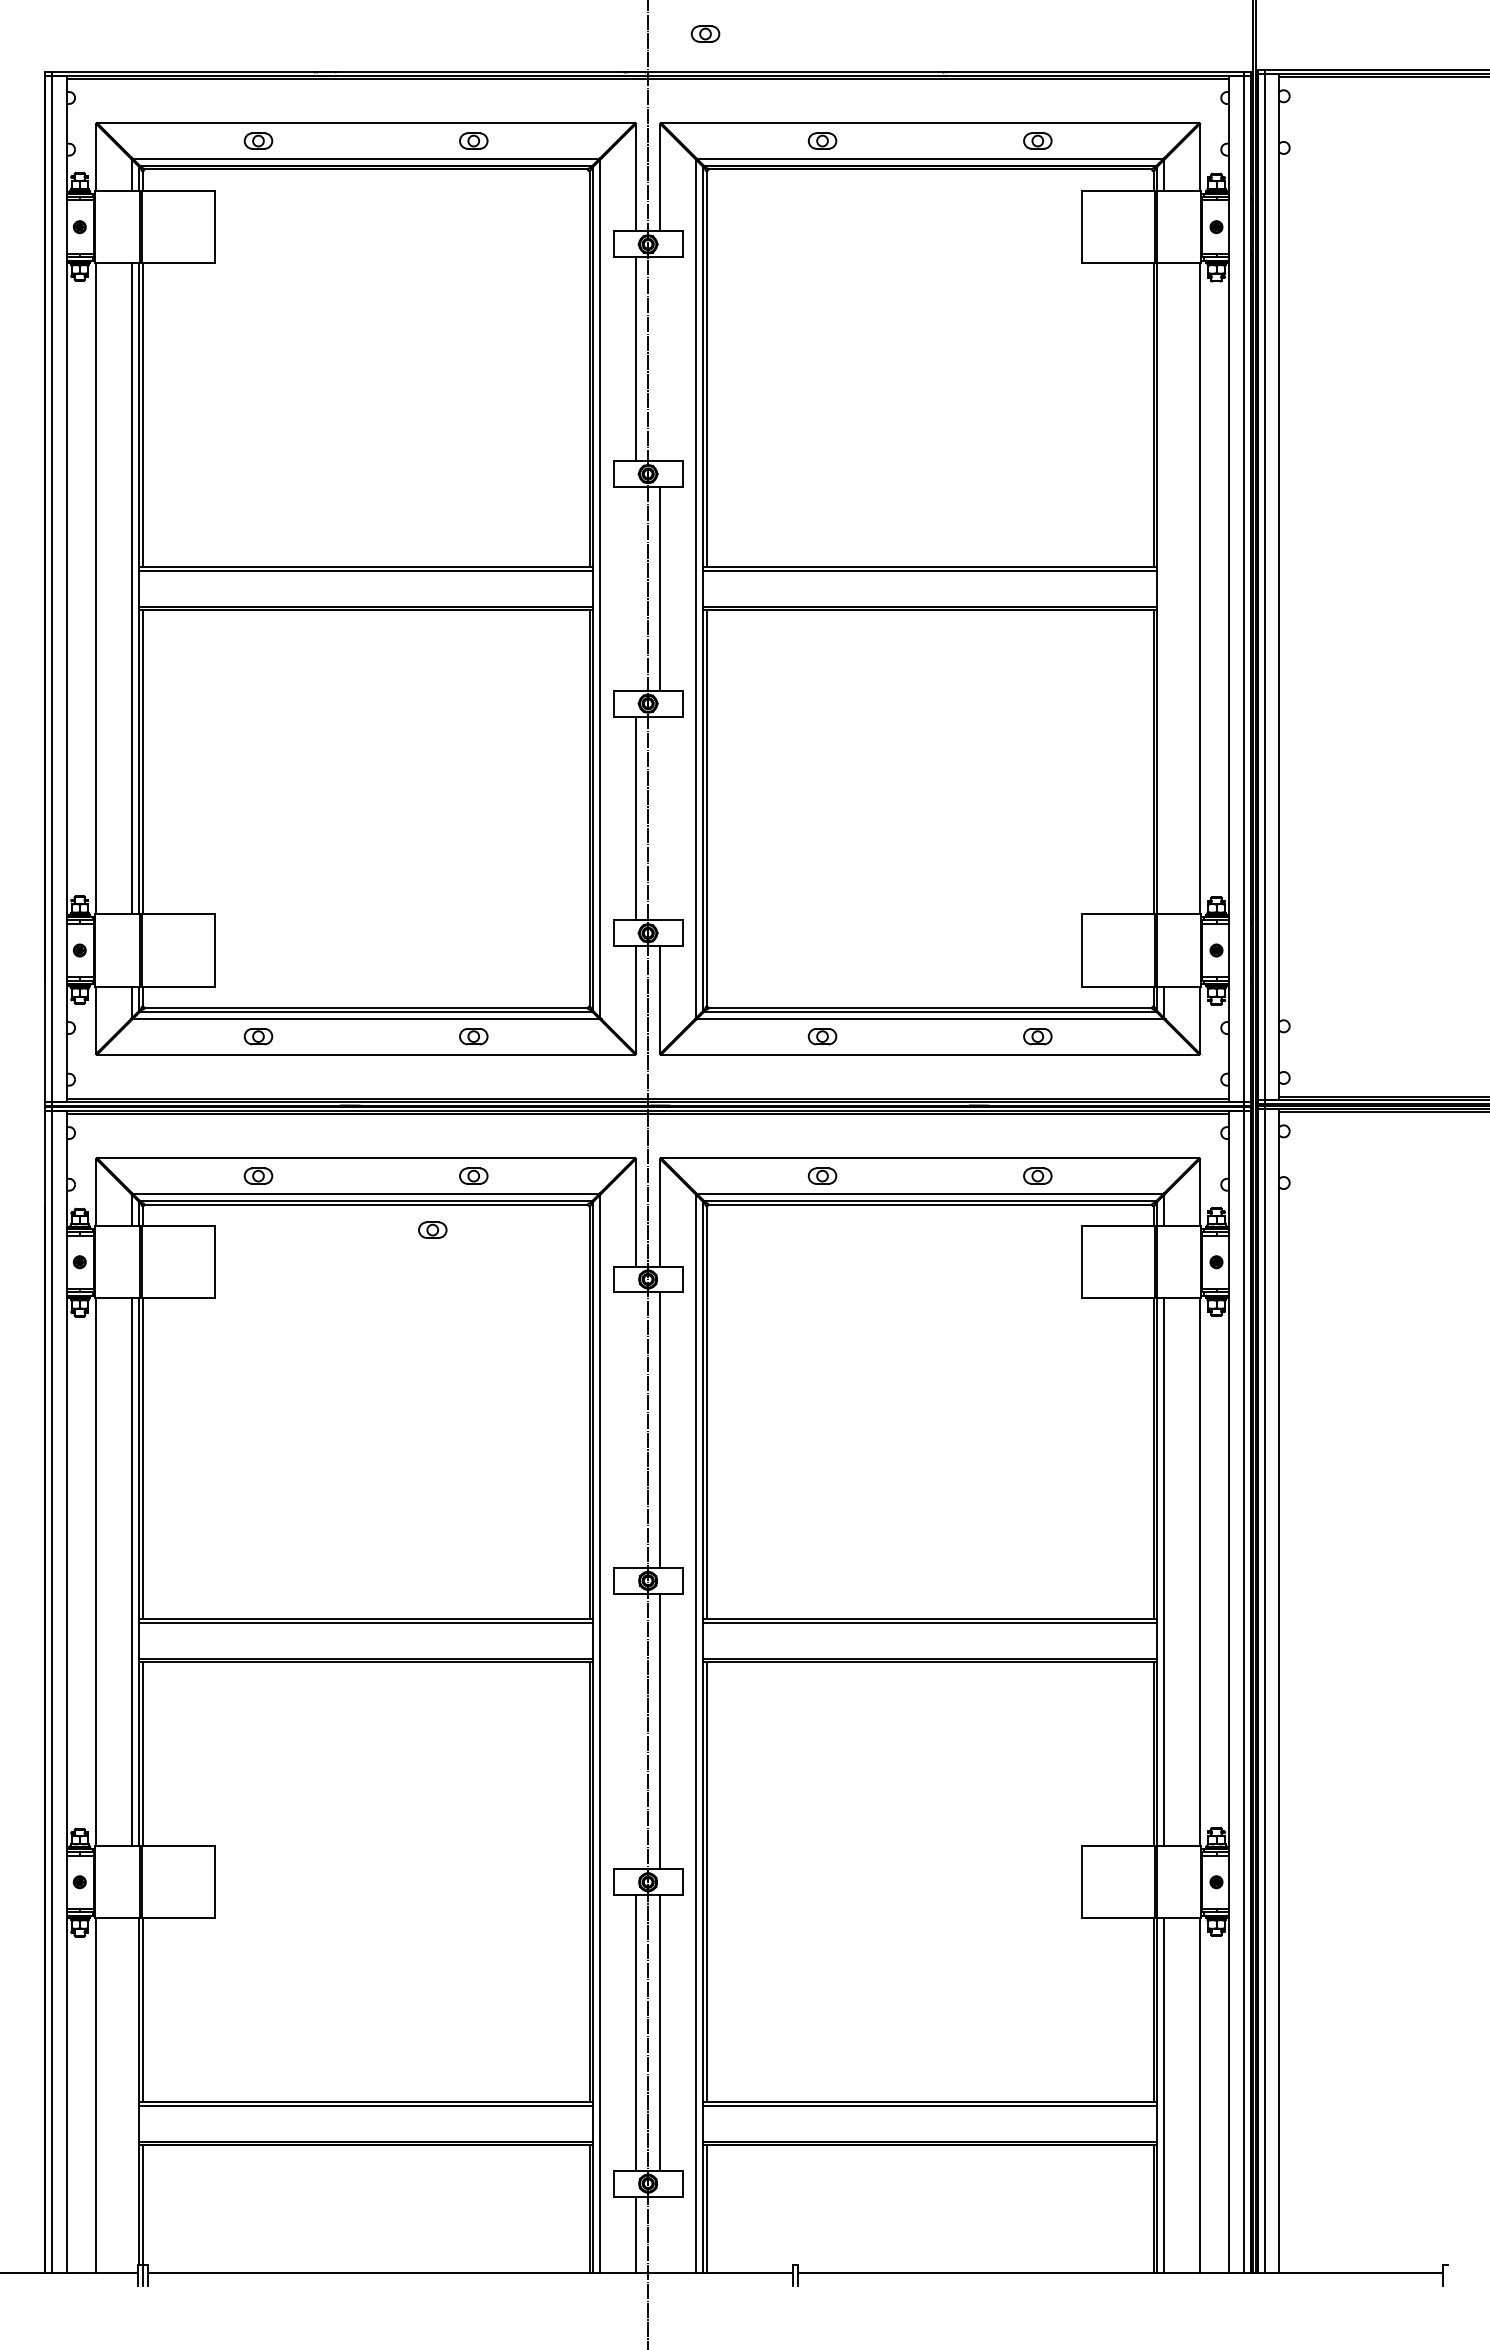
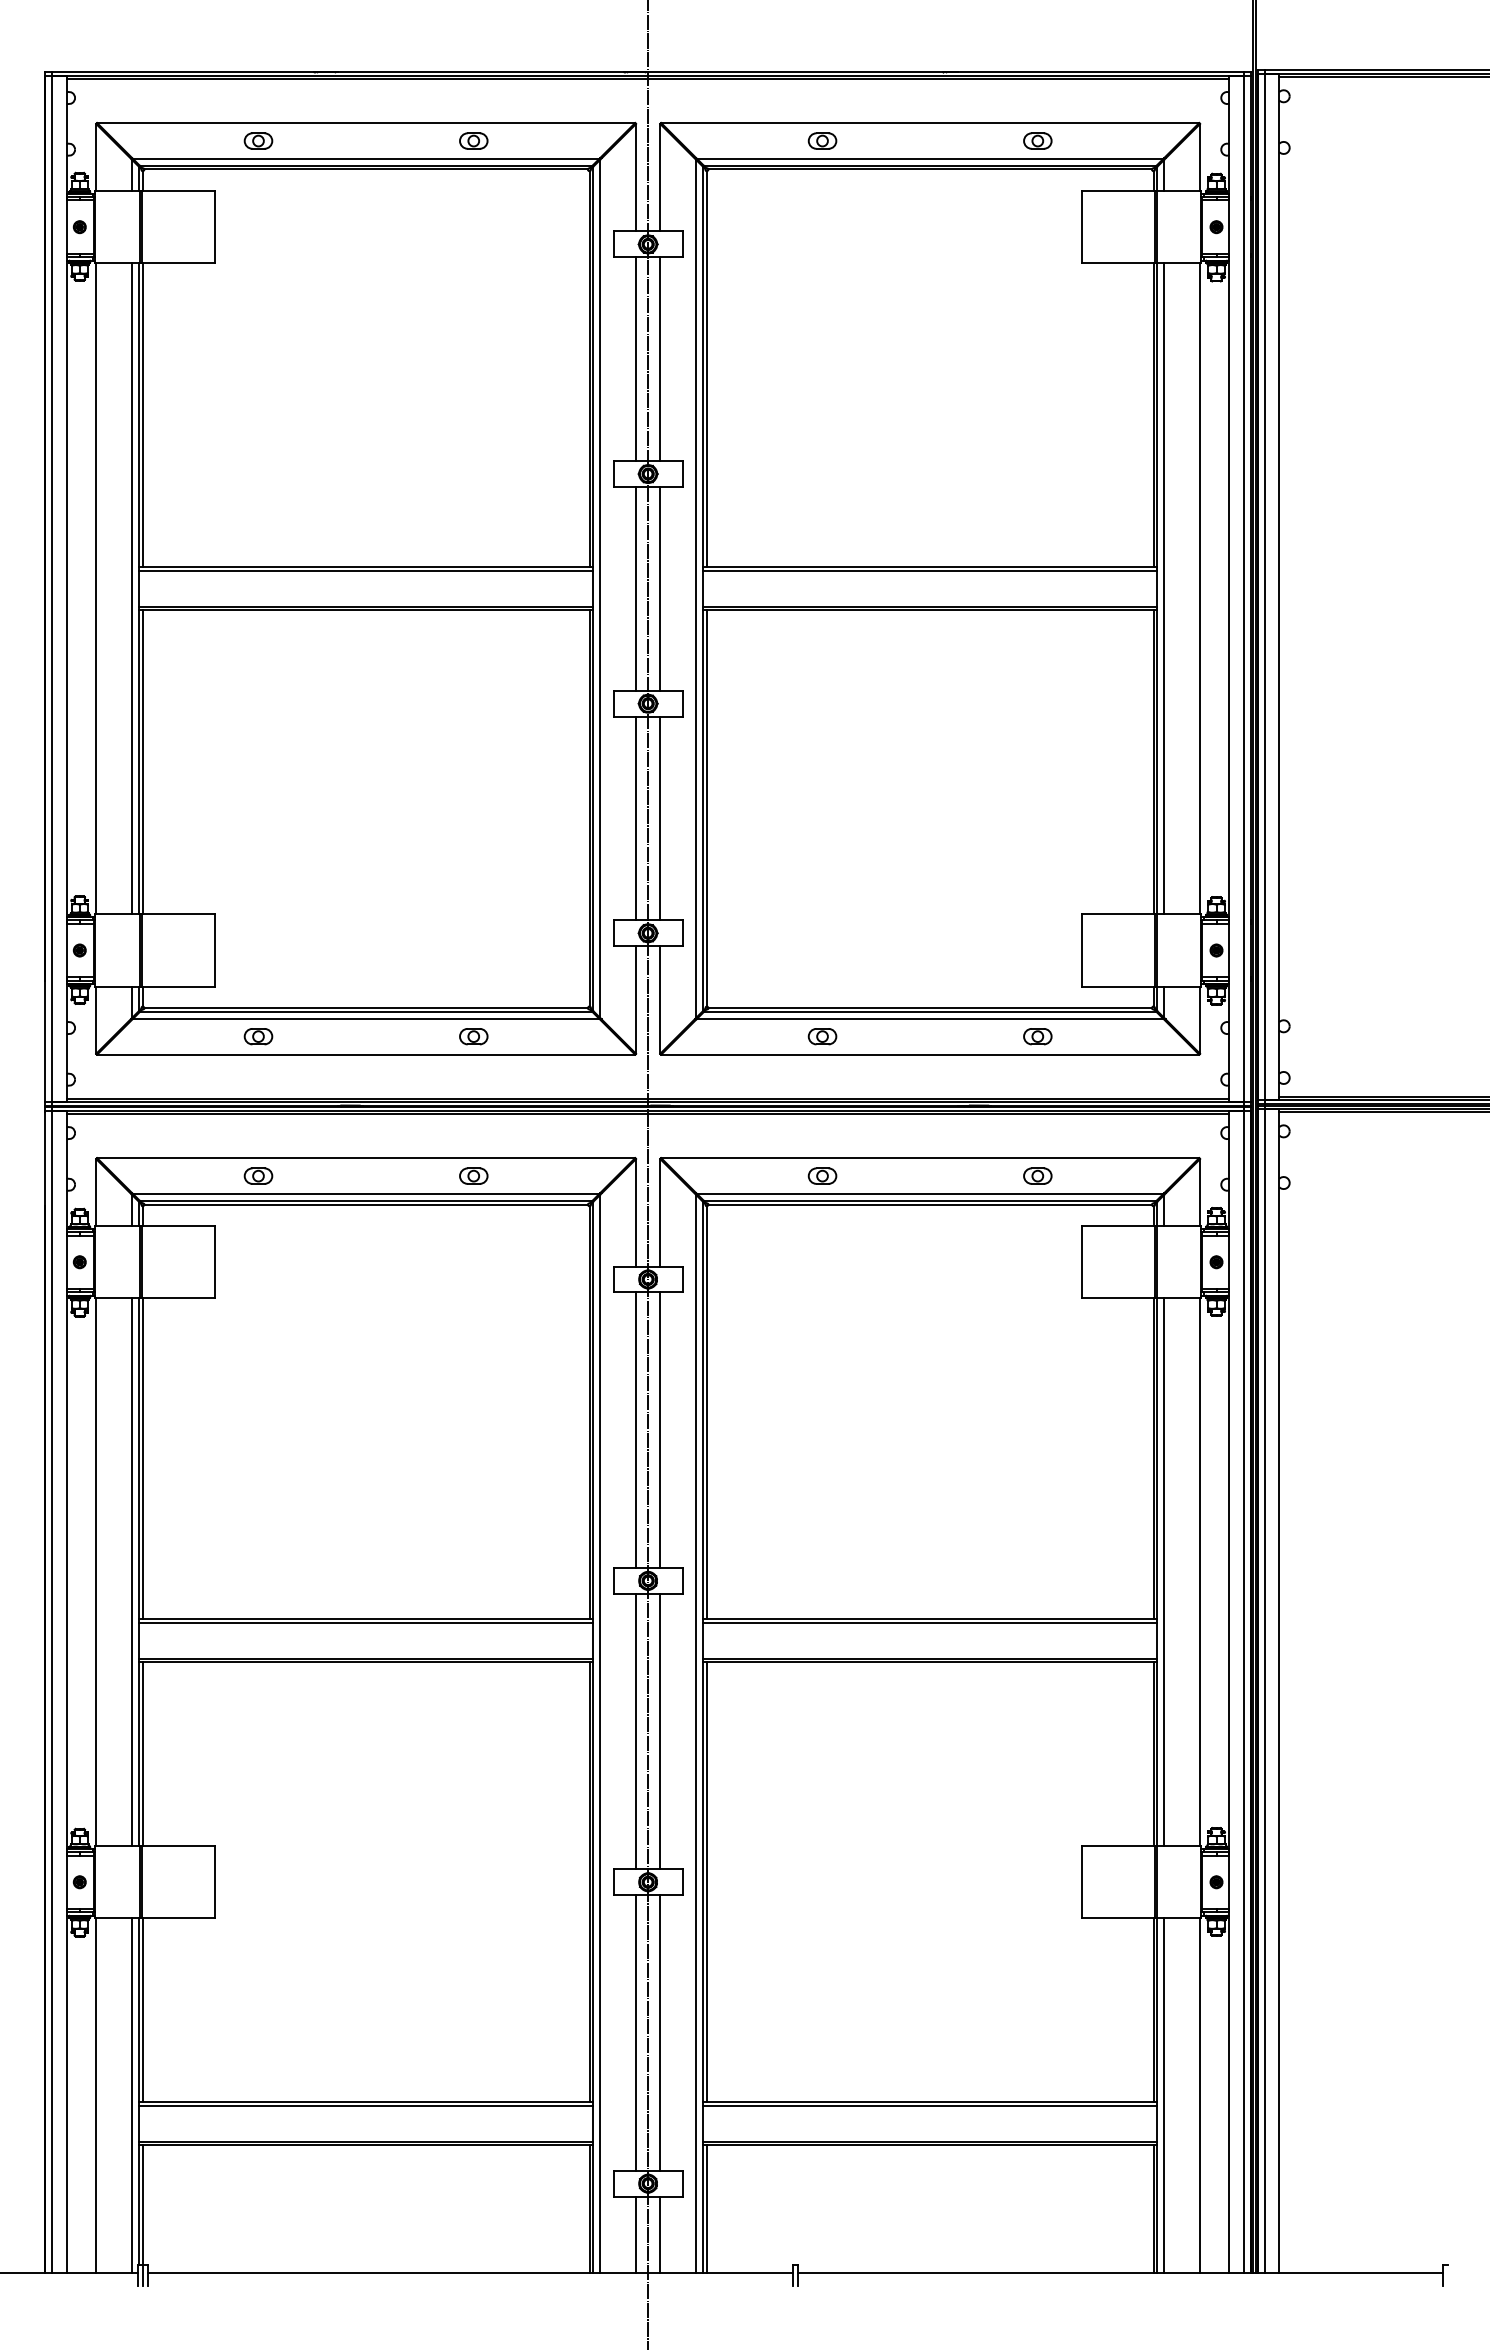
part at (705, 33): present -> none
line at (660, 359): none -> present
line at (636, 588): none -> present
line at (1163, 588): none -> present
line at (660, 818): none -> present
part at (432, 1229): present -> none
line at (636, 1429): none -> present
line at (636, 1731): none -> present
line at (132, 2095): none -> present
line at (660, 2234): none -> present
